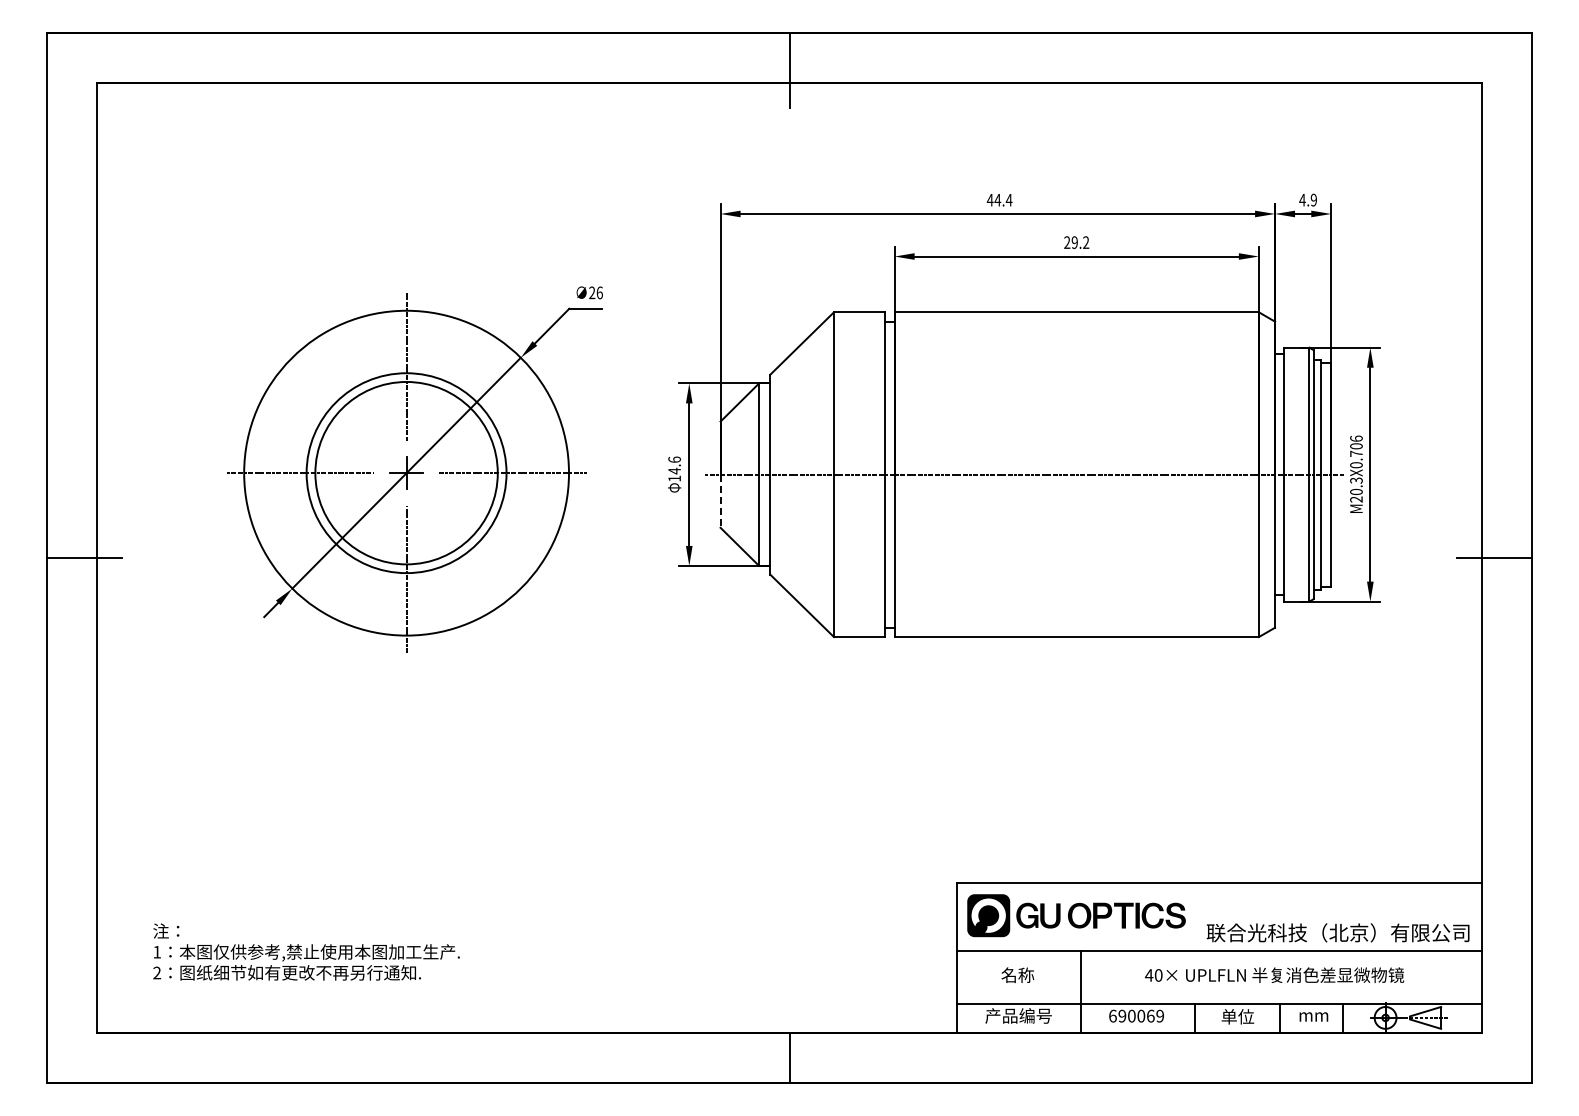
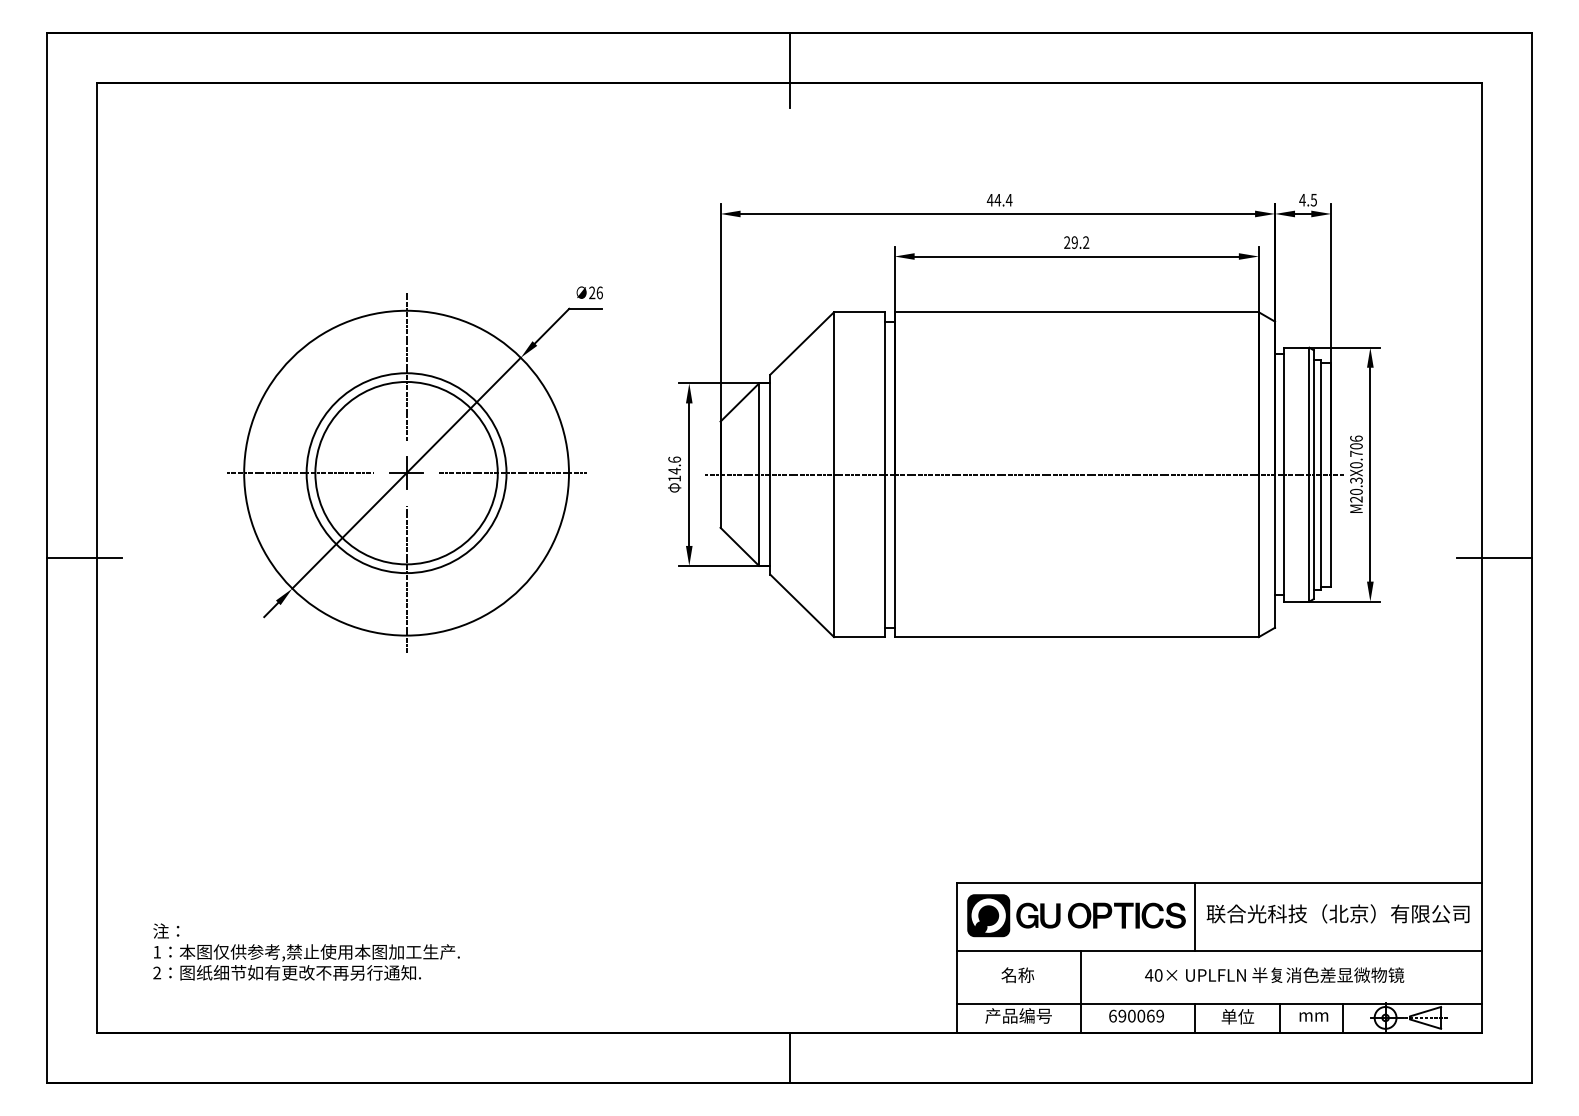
text at (1313, 199): 4.9 -> 4.5
line at (720, 501): dashed -> solid
line at (1194, 916): none -> present
text at (1337, 932) position: (1337, 932) -> (1337, 913)
